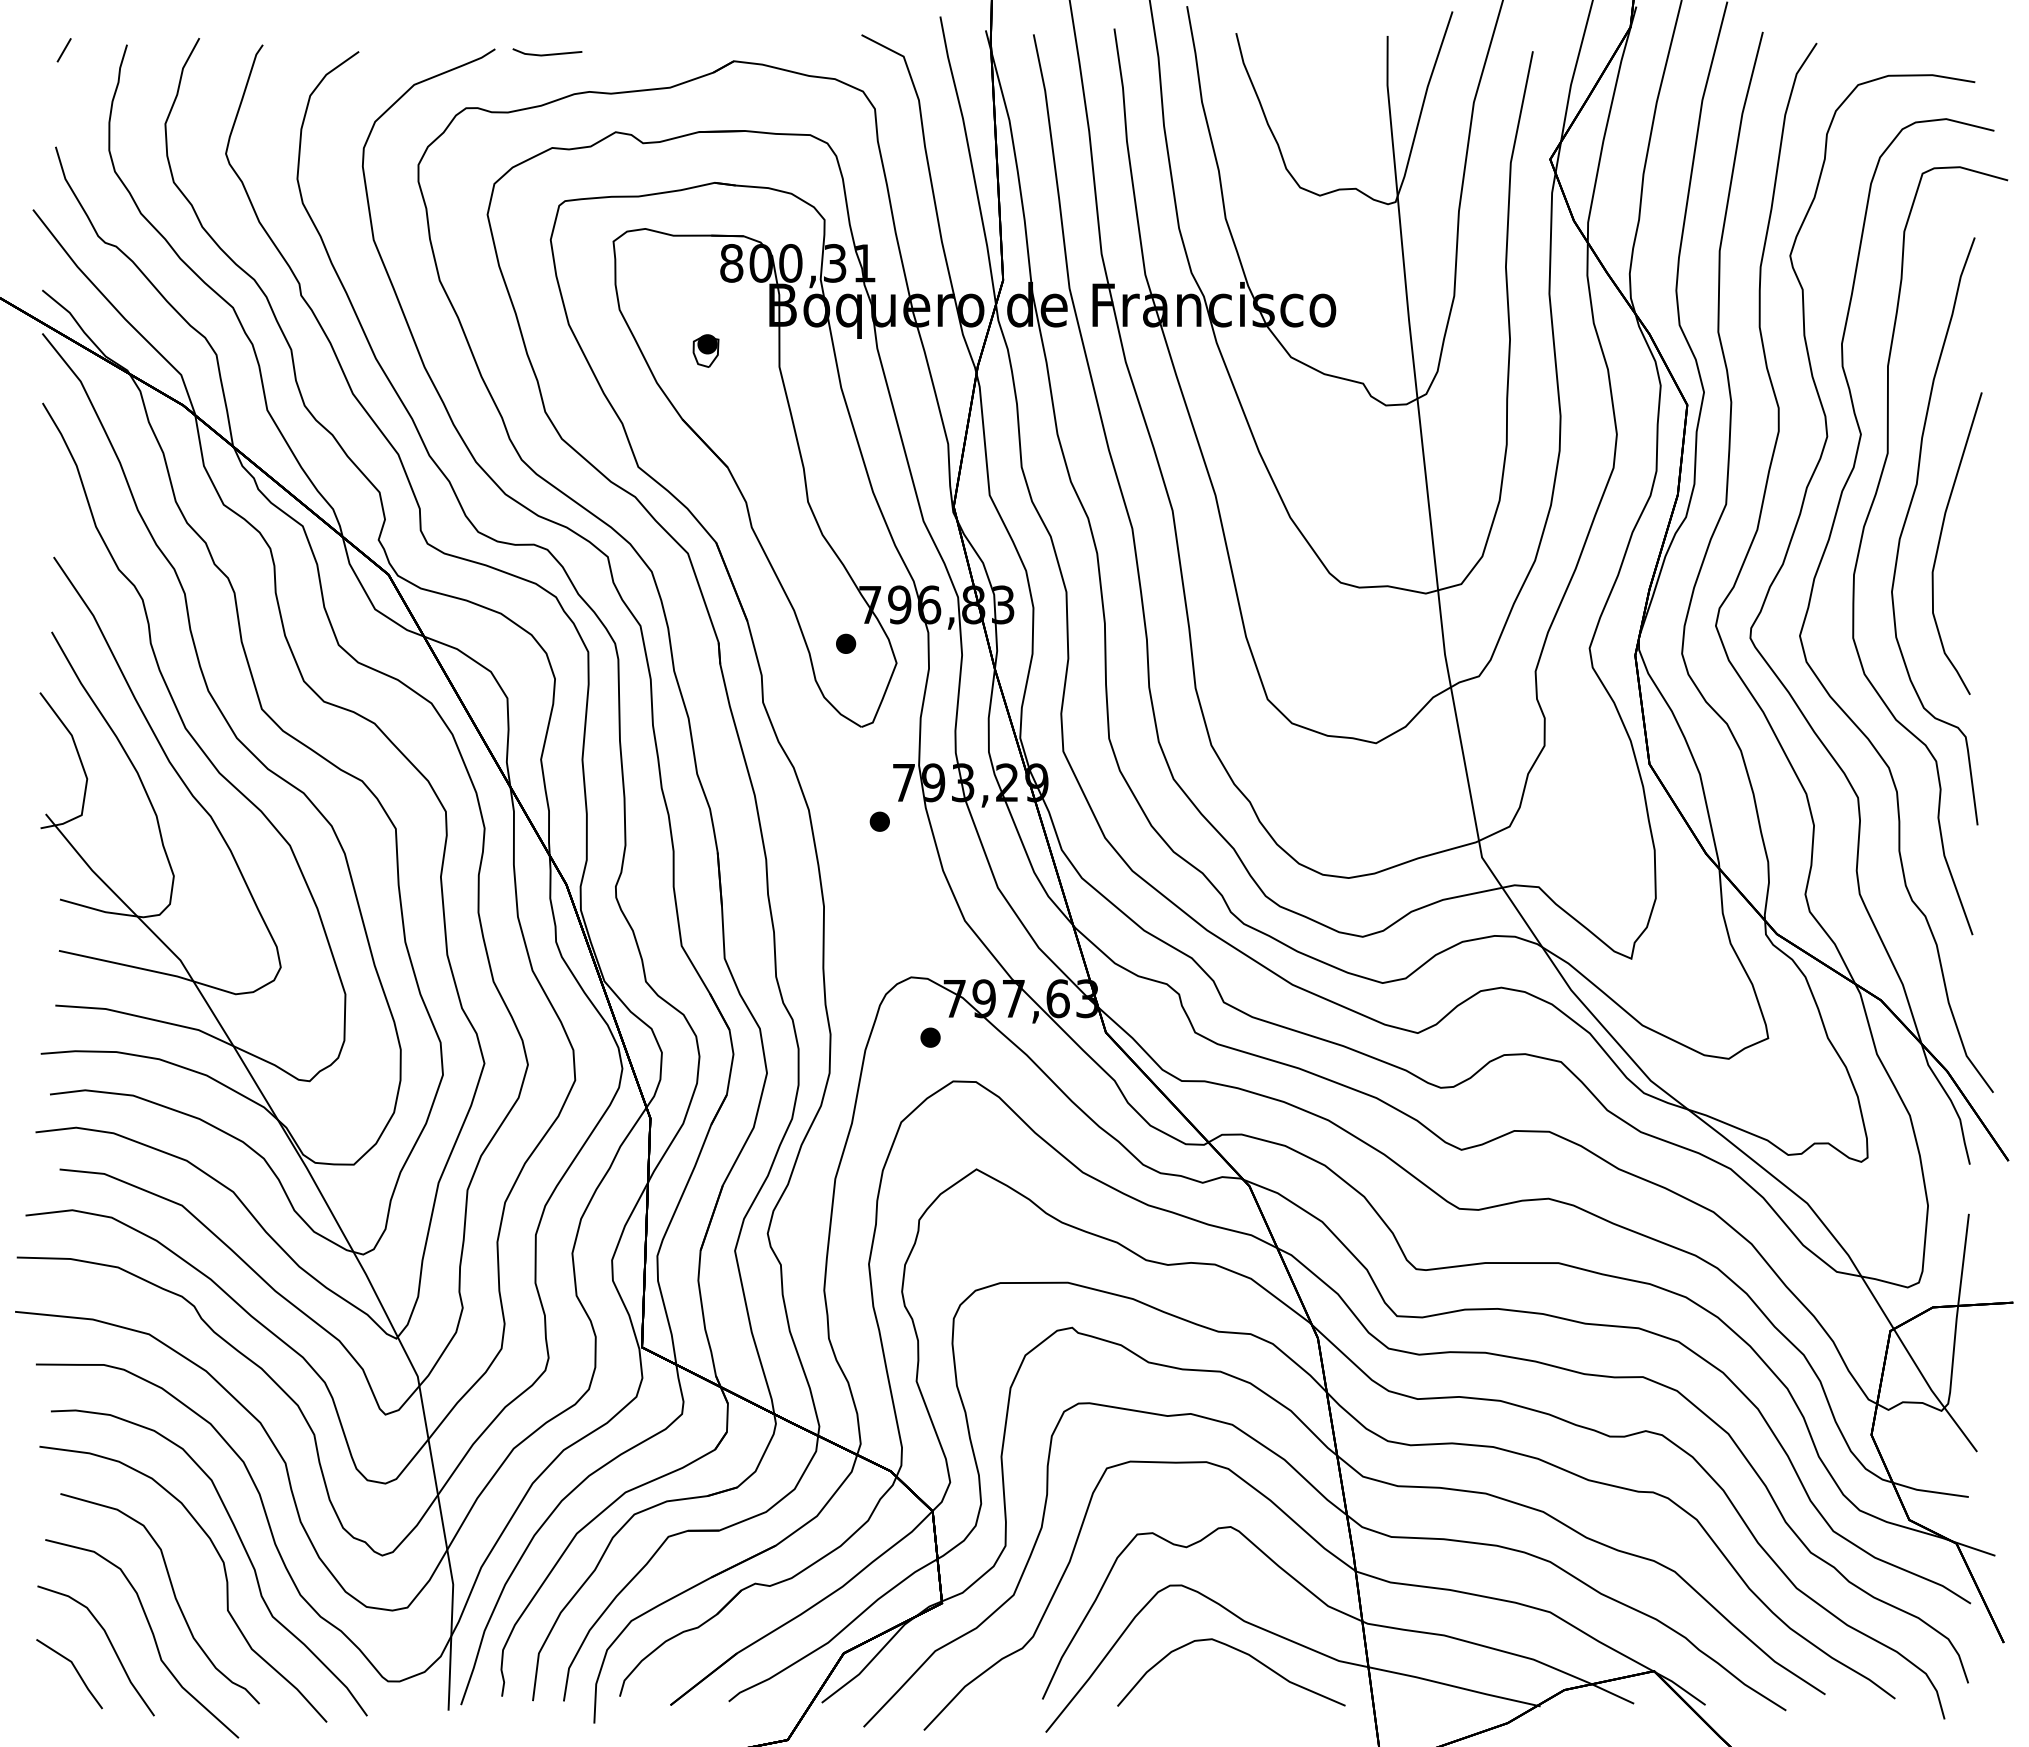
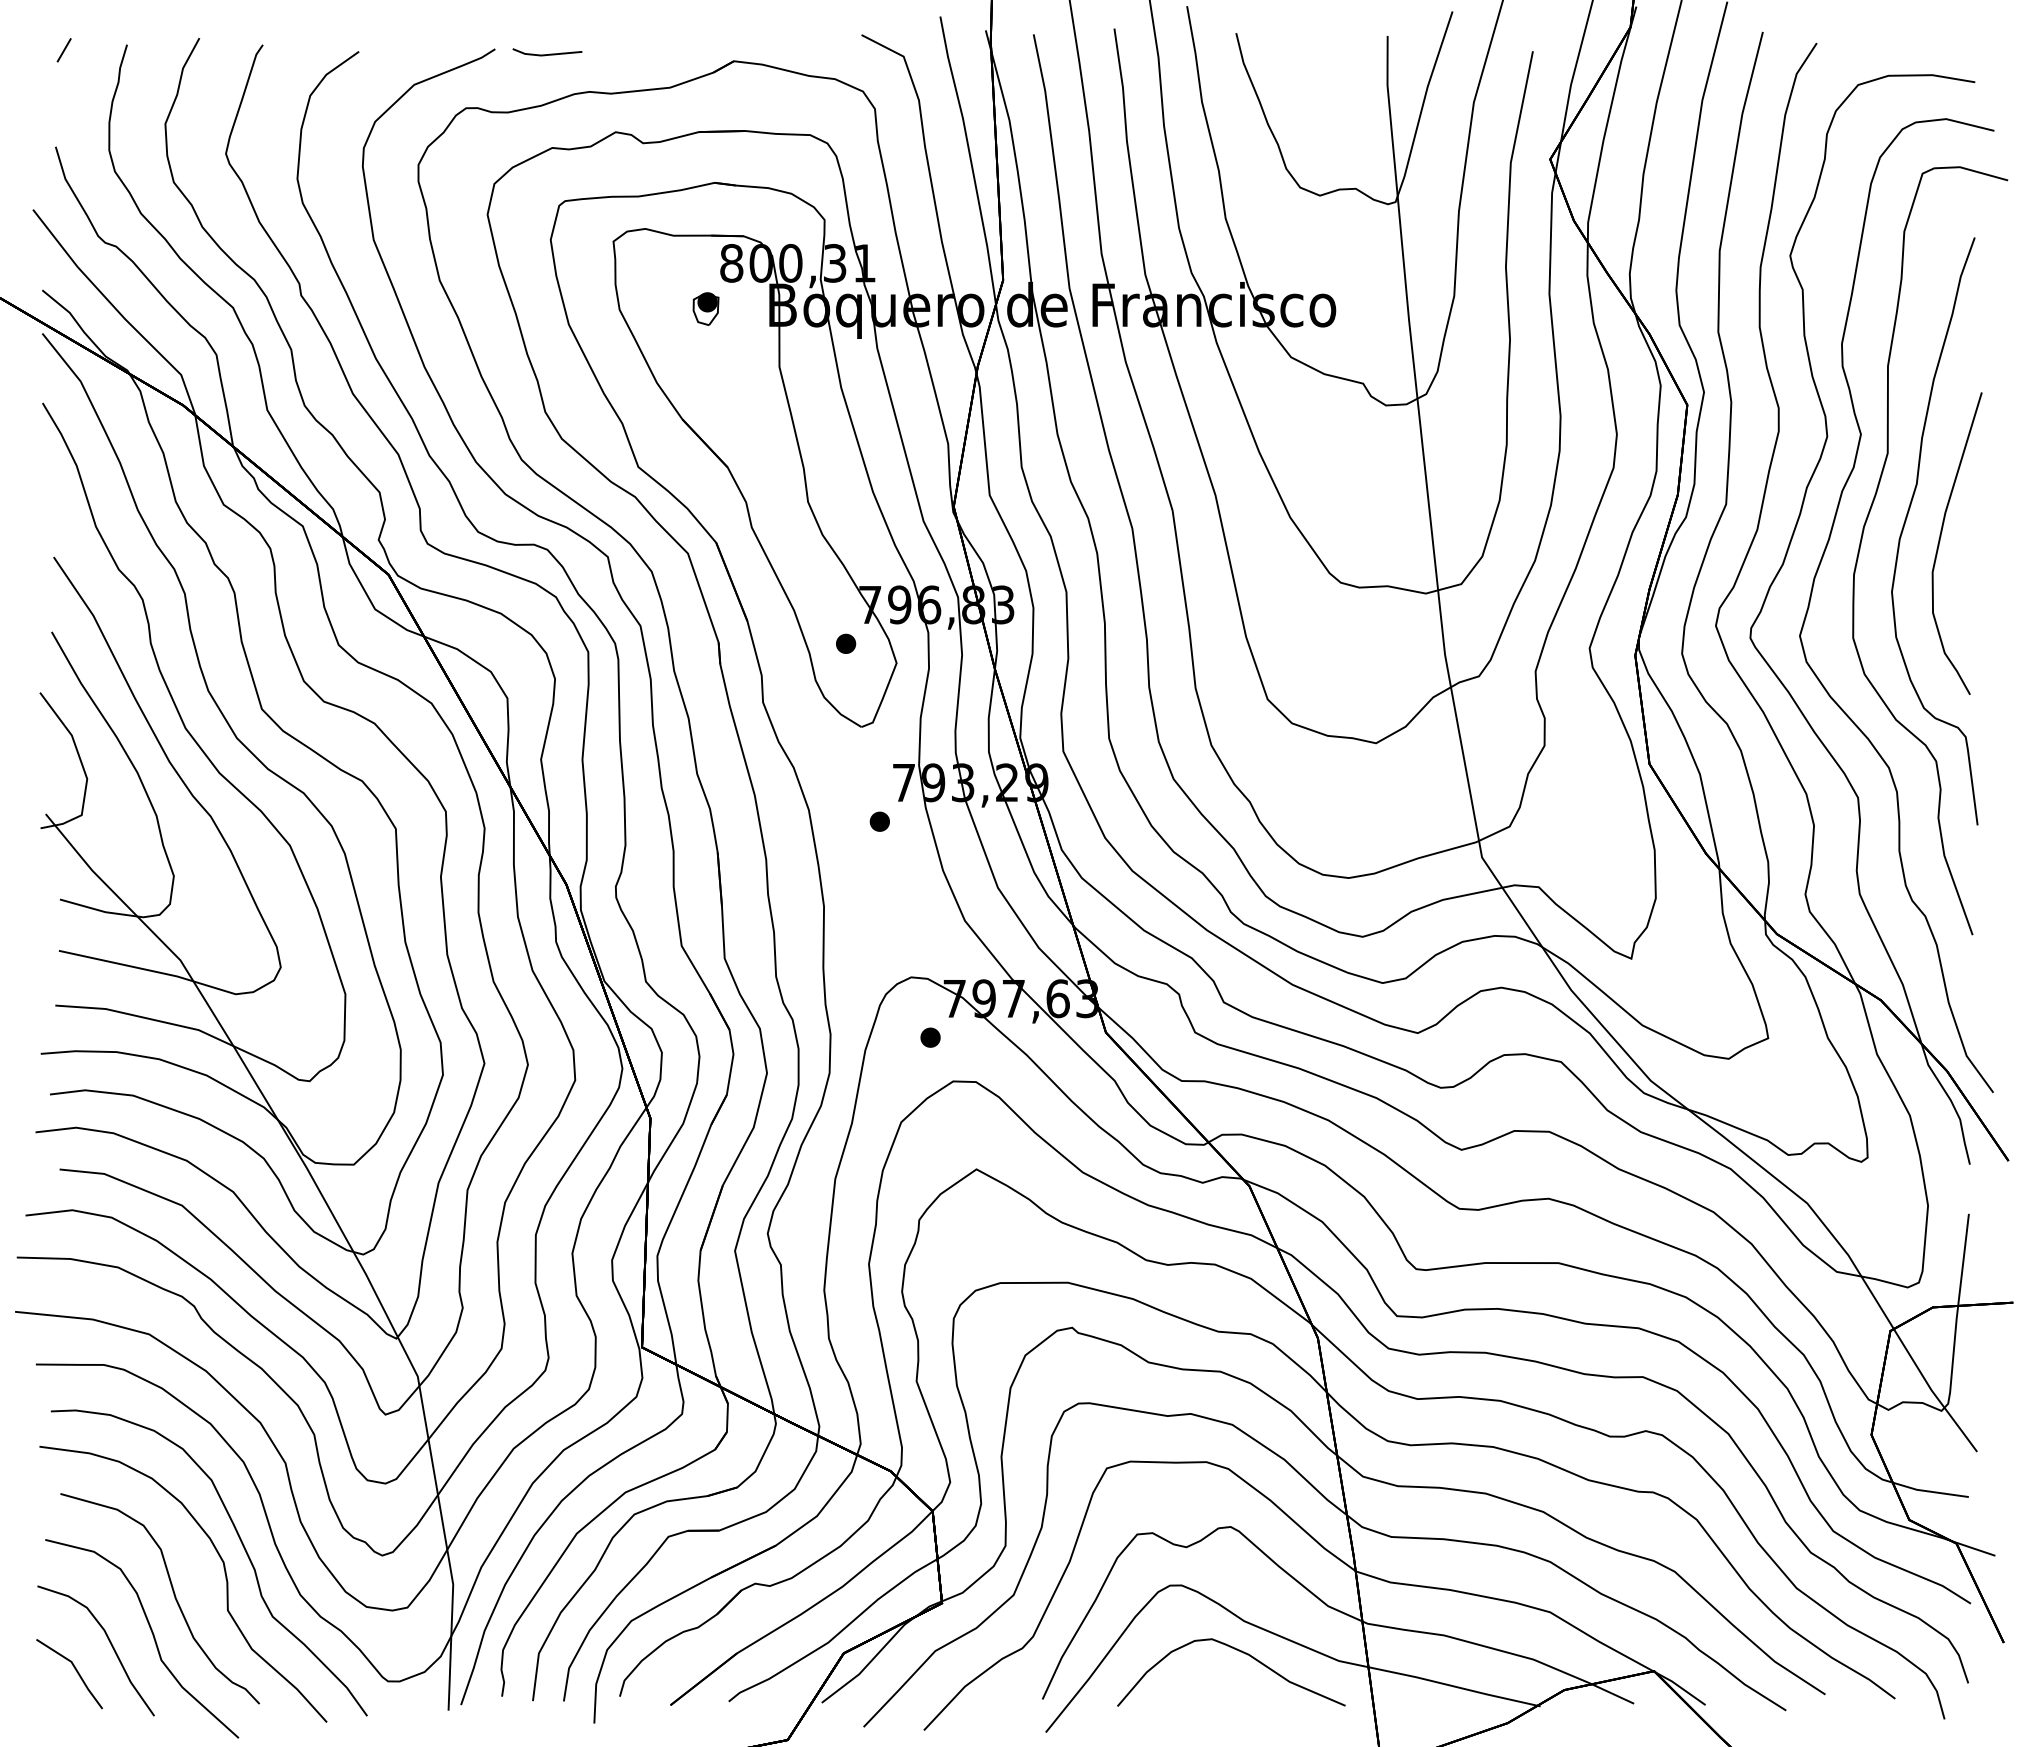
part at (705, 350) position: (705, 350) -> (705, 308)
